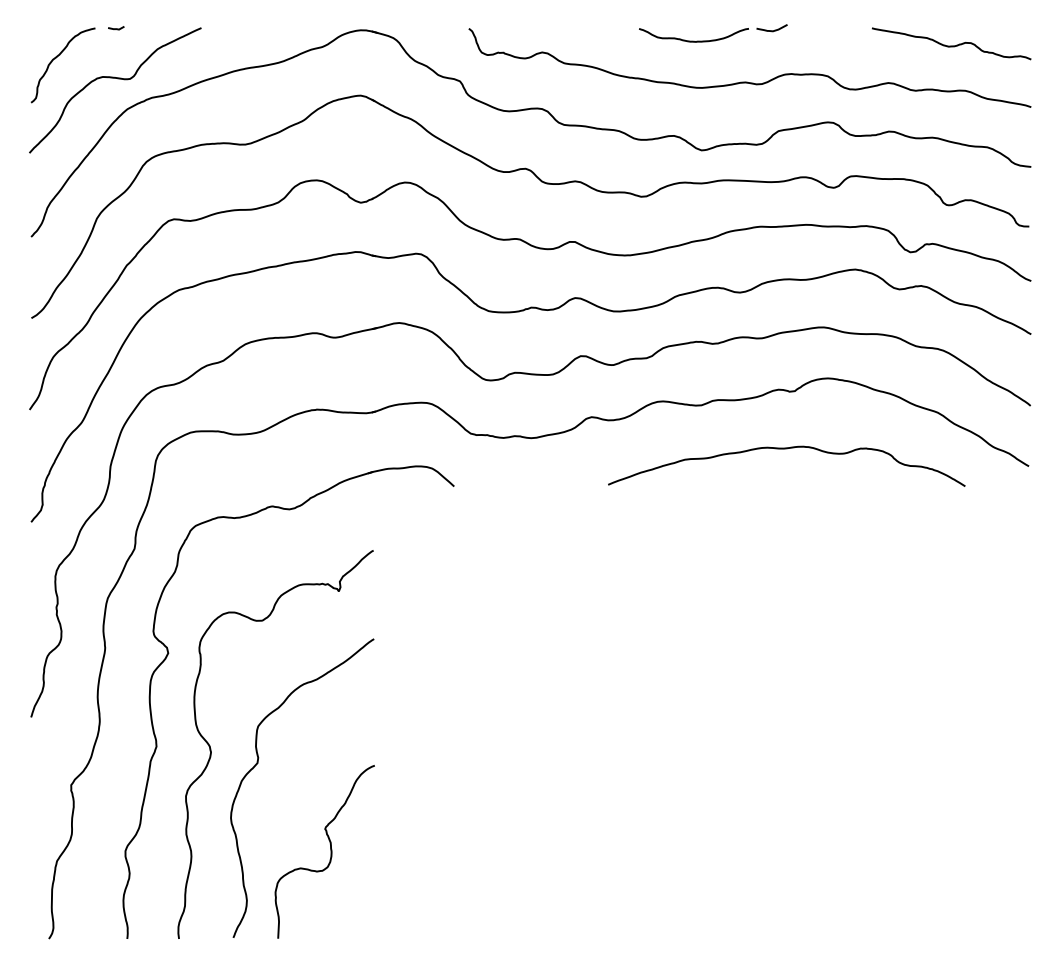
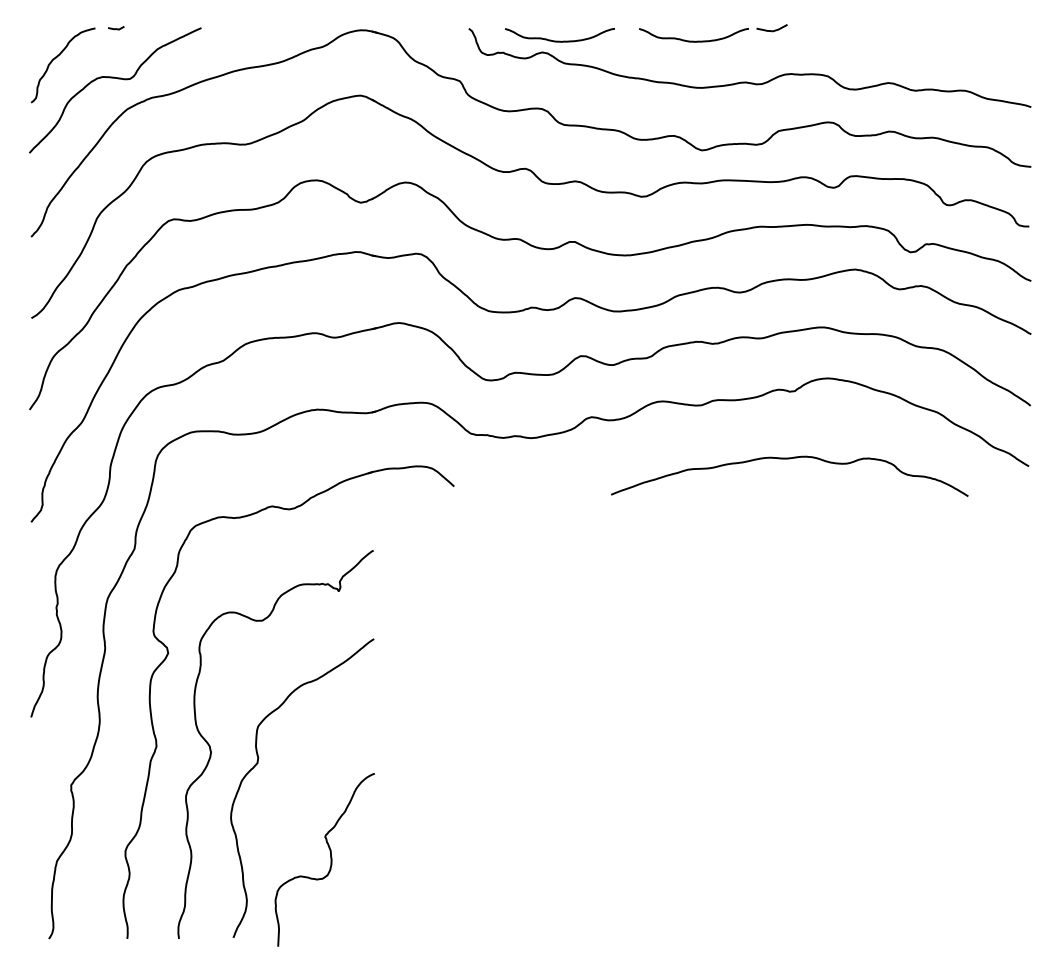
curve at (559, 40): none -> present
curve at (951, 45): present -> none
curve at (786, 449) position: (786, 449) -> (789, 459)
curve at (330, 851) position: (330, 851) -> (330, 859)
